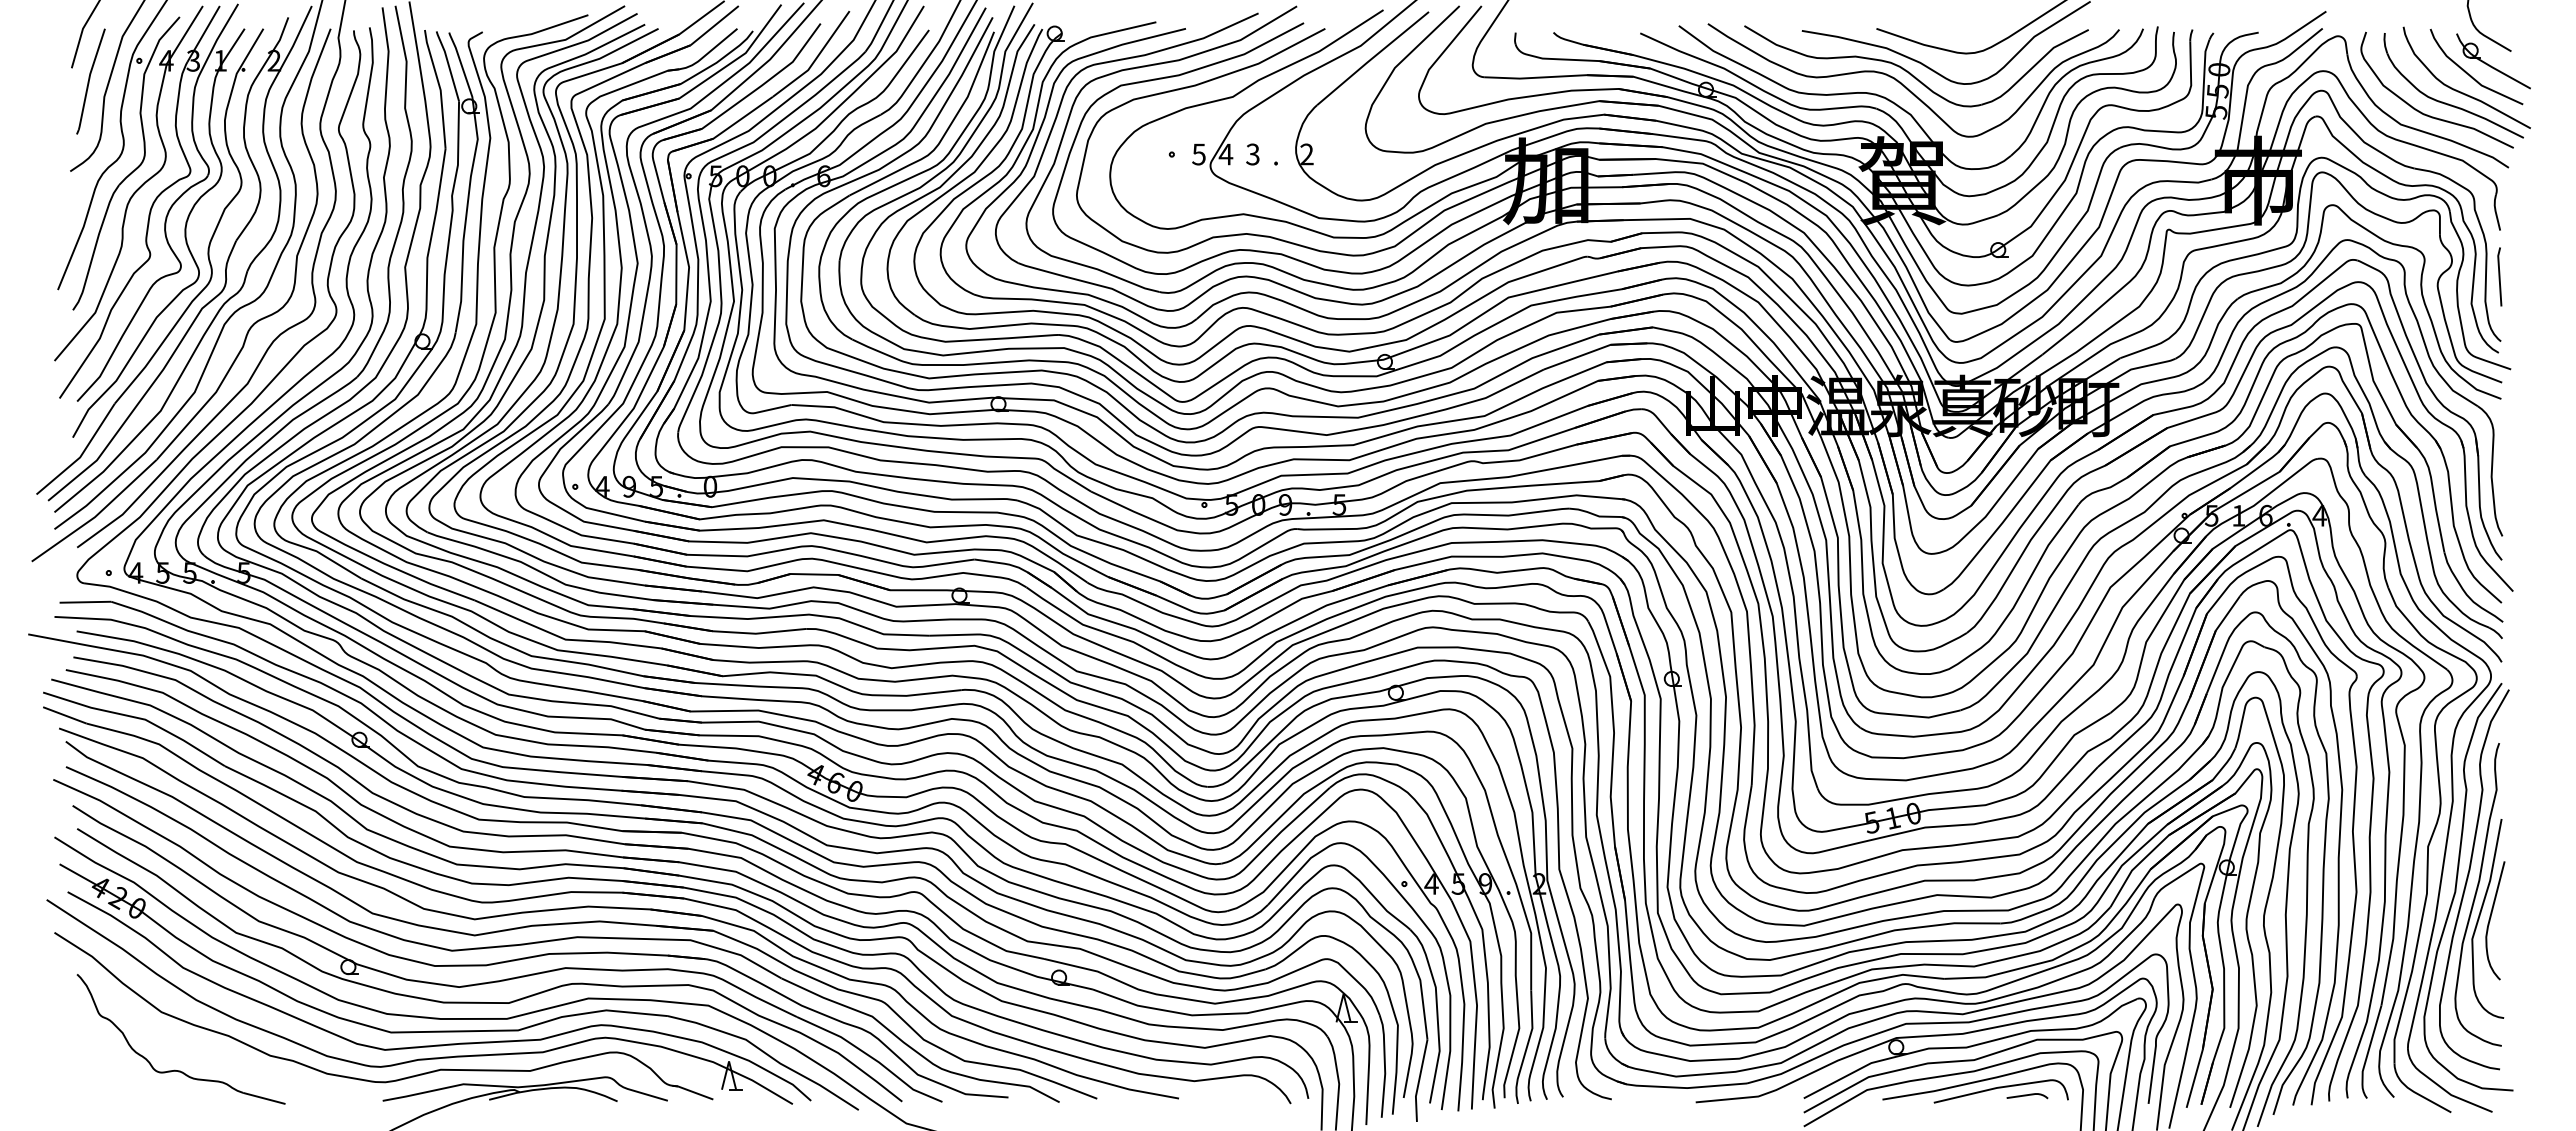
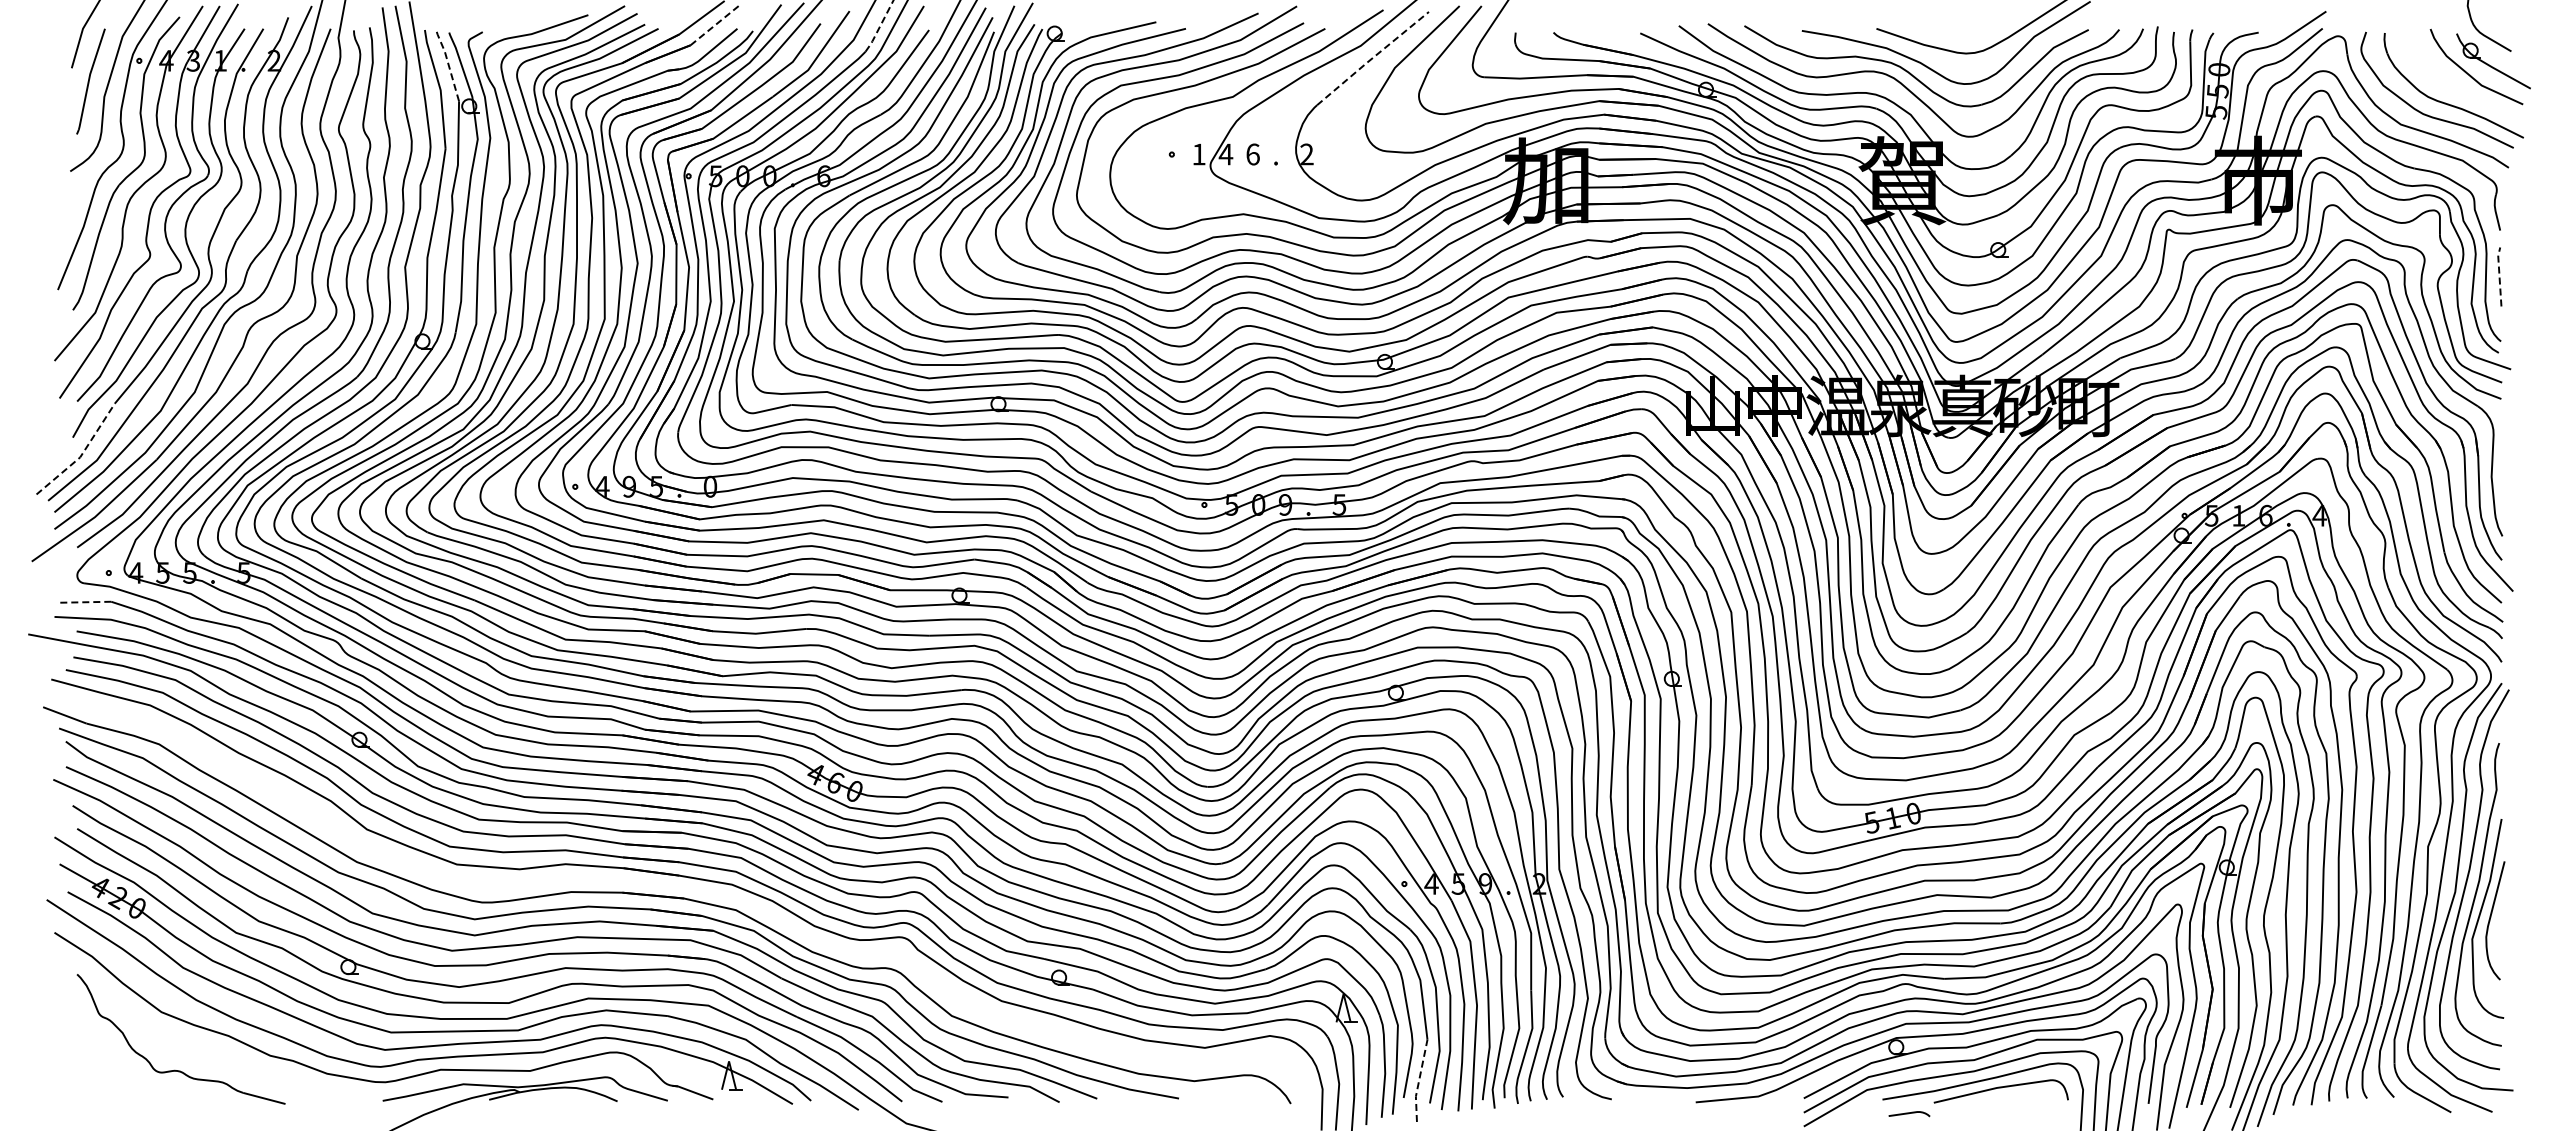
line at (715, 25): solid -> dashed
line at (879, 27): solid -> dashed
line at (1372, 58): solid -> dashed
line at (448, 63): solid -> dashed
curve at (2461, 91): present -> none
text at (1198, 154): 5 -> 1
text at (1252, 154): 3 -> 6
line at (2499, 275): solid -> dashed
line at (81, 454): solid -> dashed
line at (85, 602): solid -> dashed
part at (679, 888): present -> none
line at (1419, 1080): solid -> dashed
curve at (2027, 1095) position: (2027, 1095) -> (1909, 1113)
